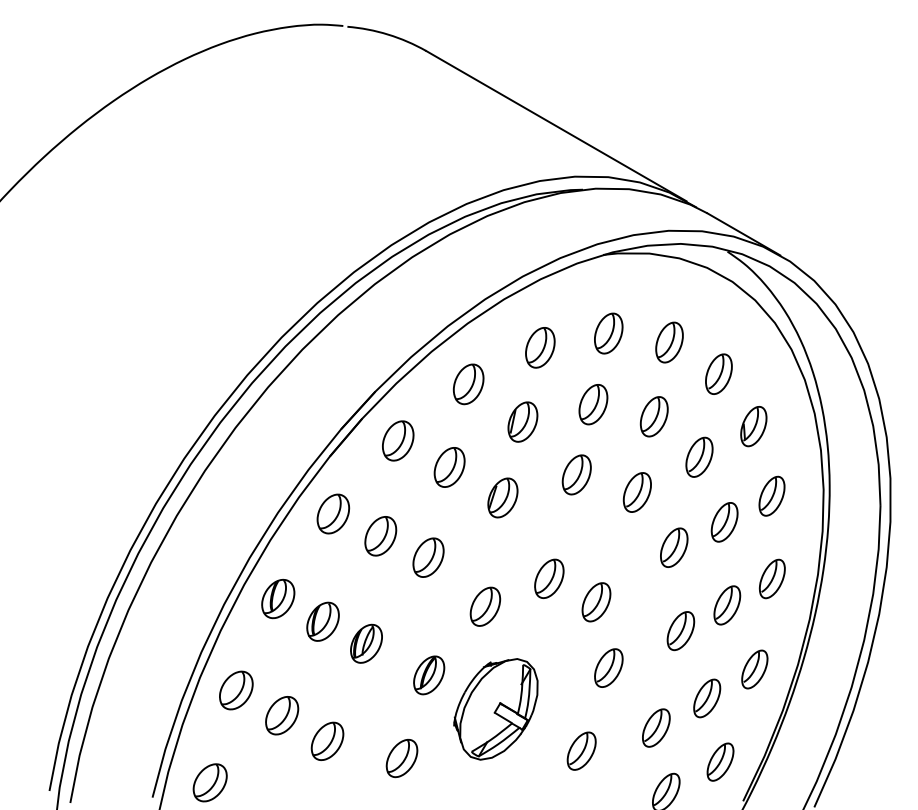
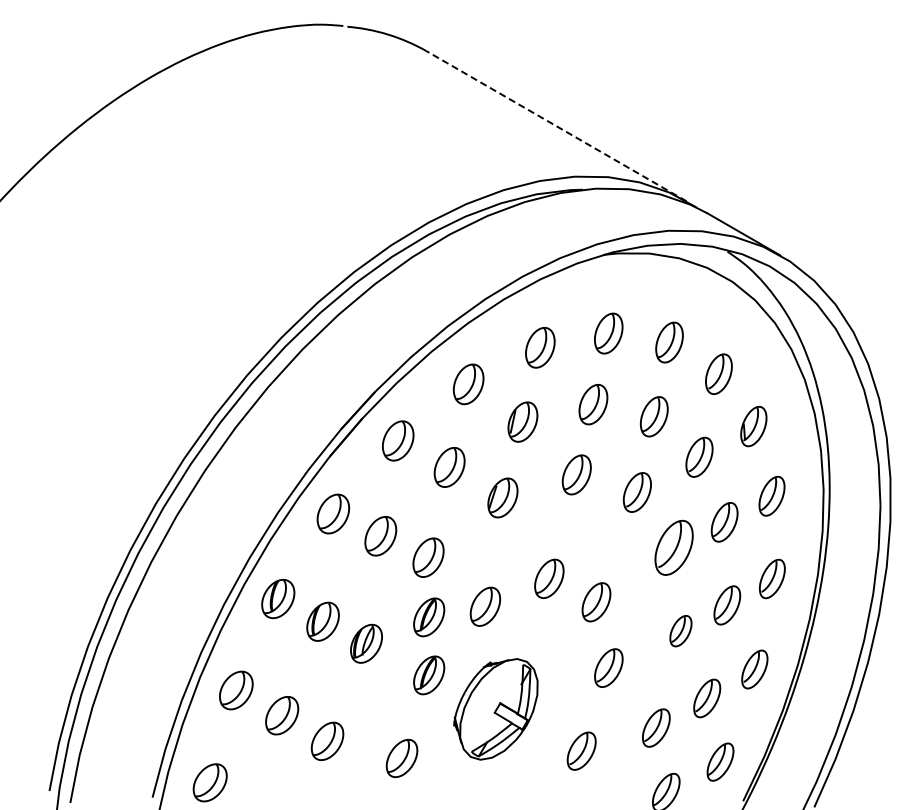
line at (555, 125): solid -> dashed
part at (674, 547) size: 29x41 px -> 40x57 px
part at (429, 617): none -> present
part at (680, 631) size: 30x41 px -> 24x33 px
